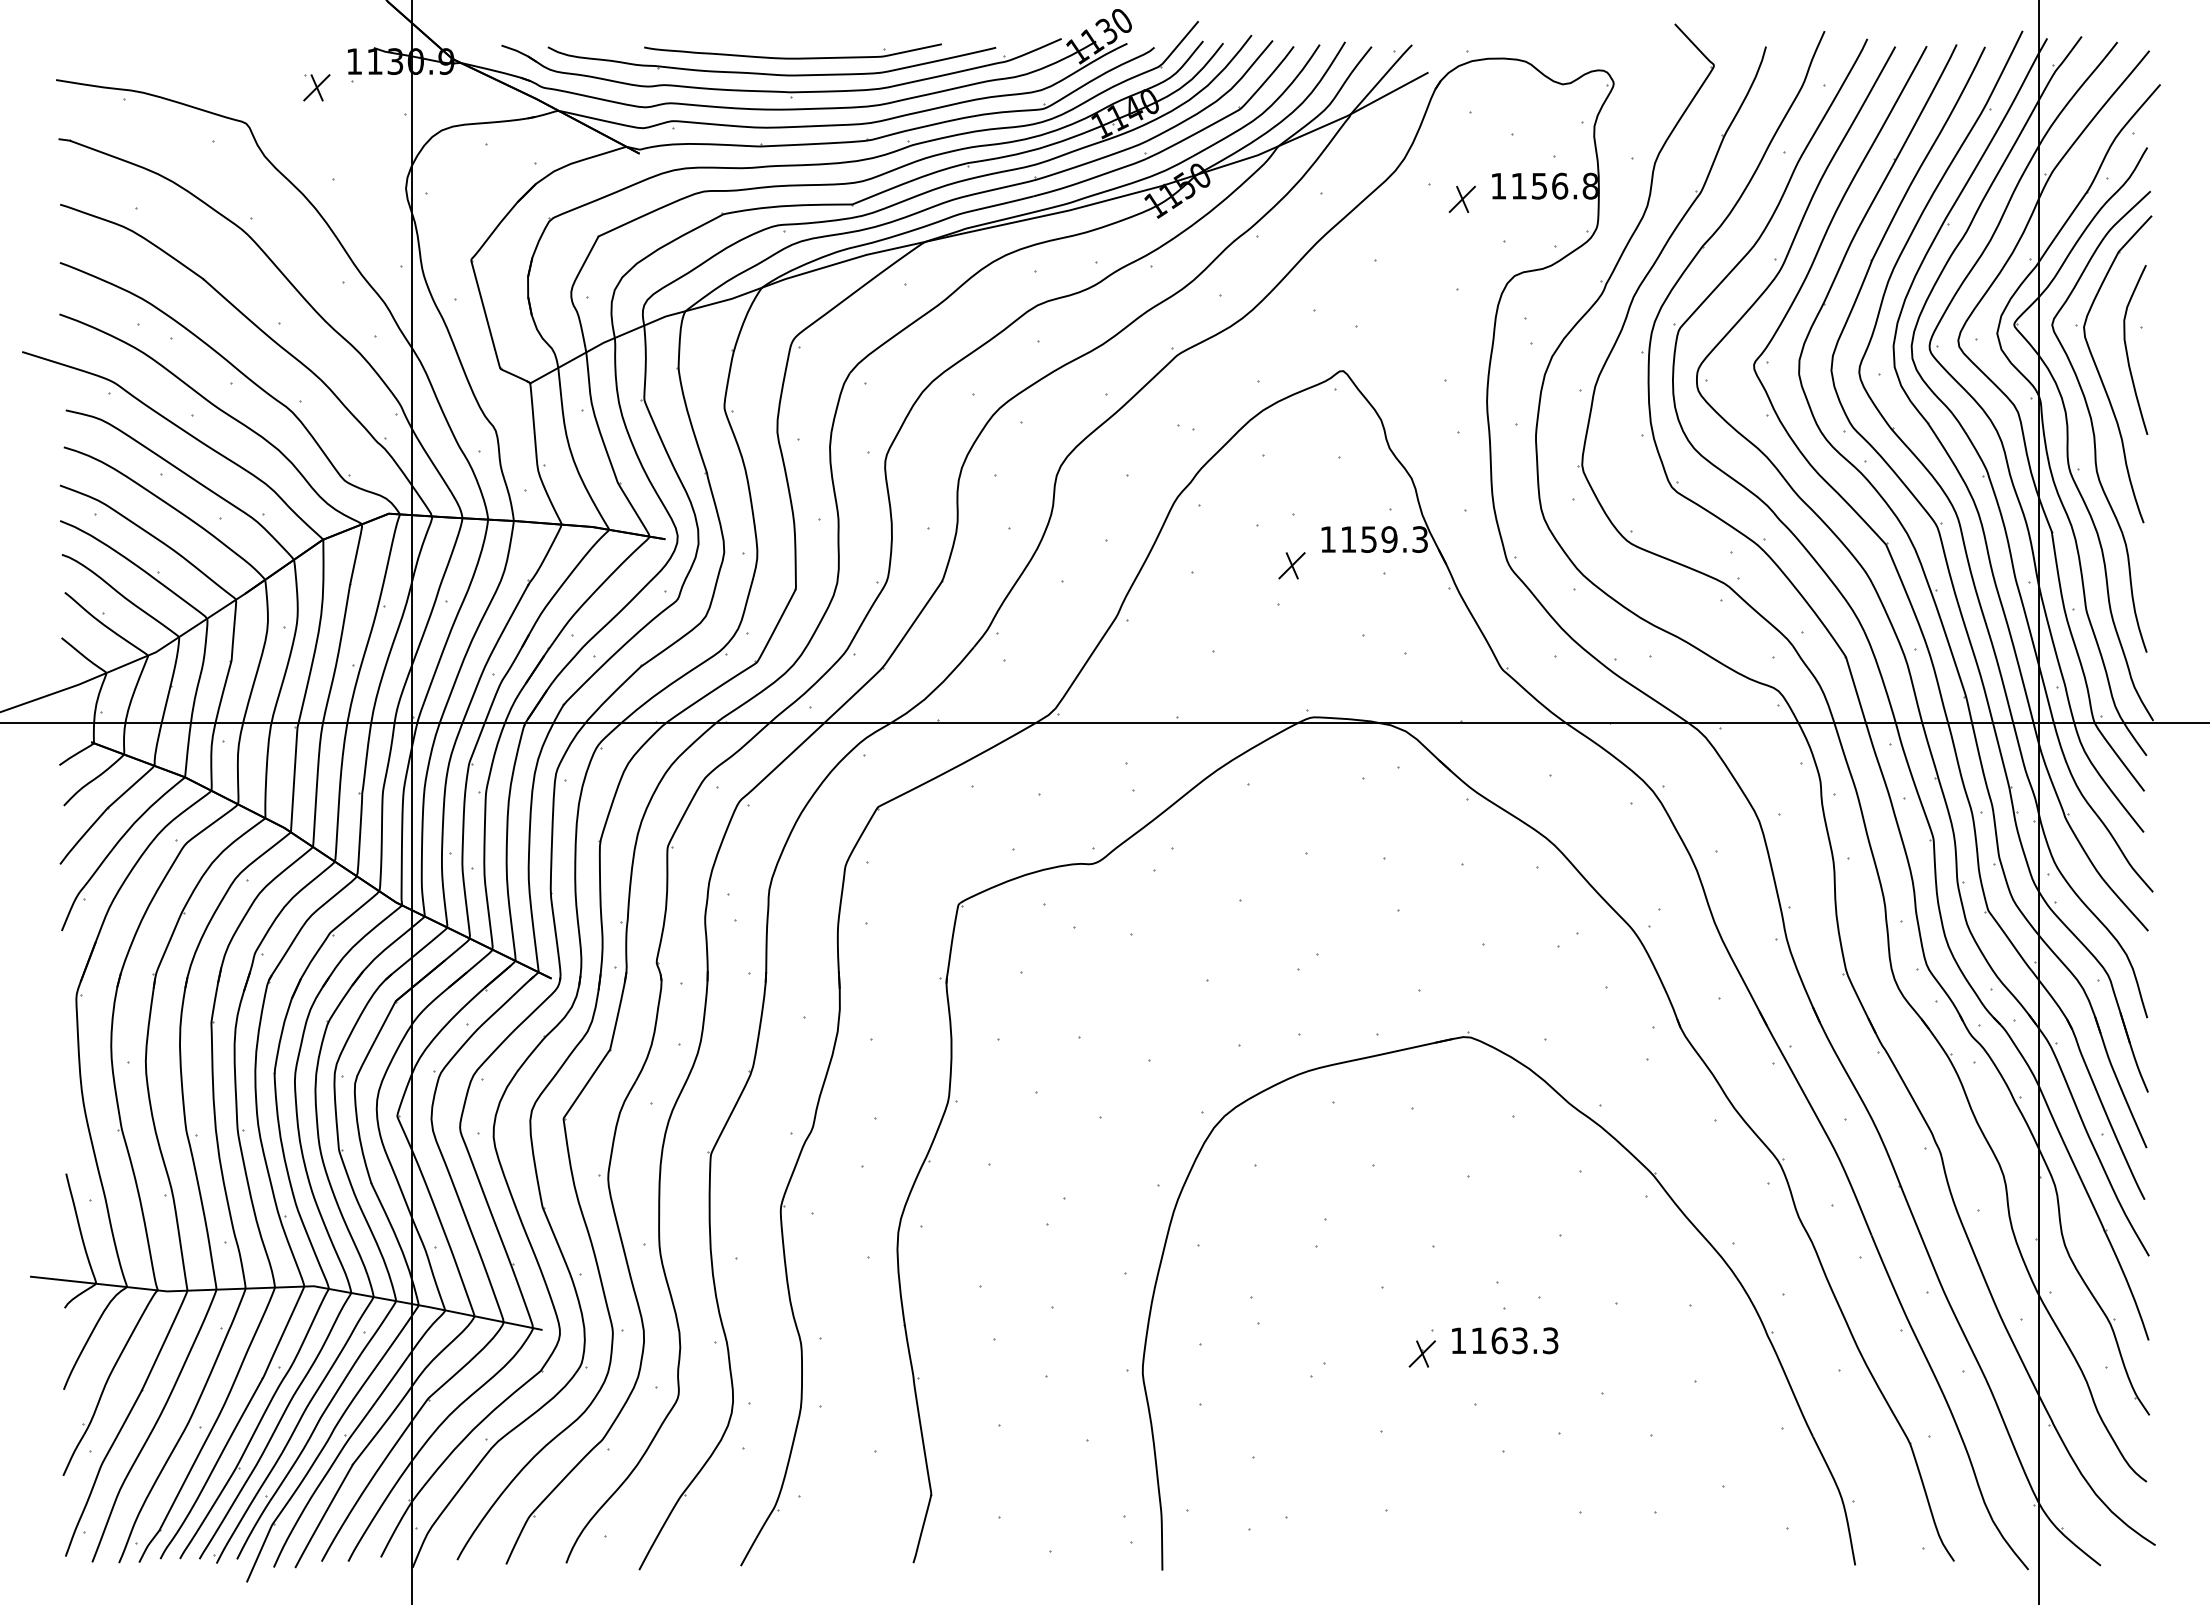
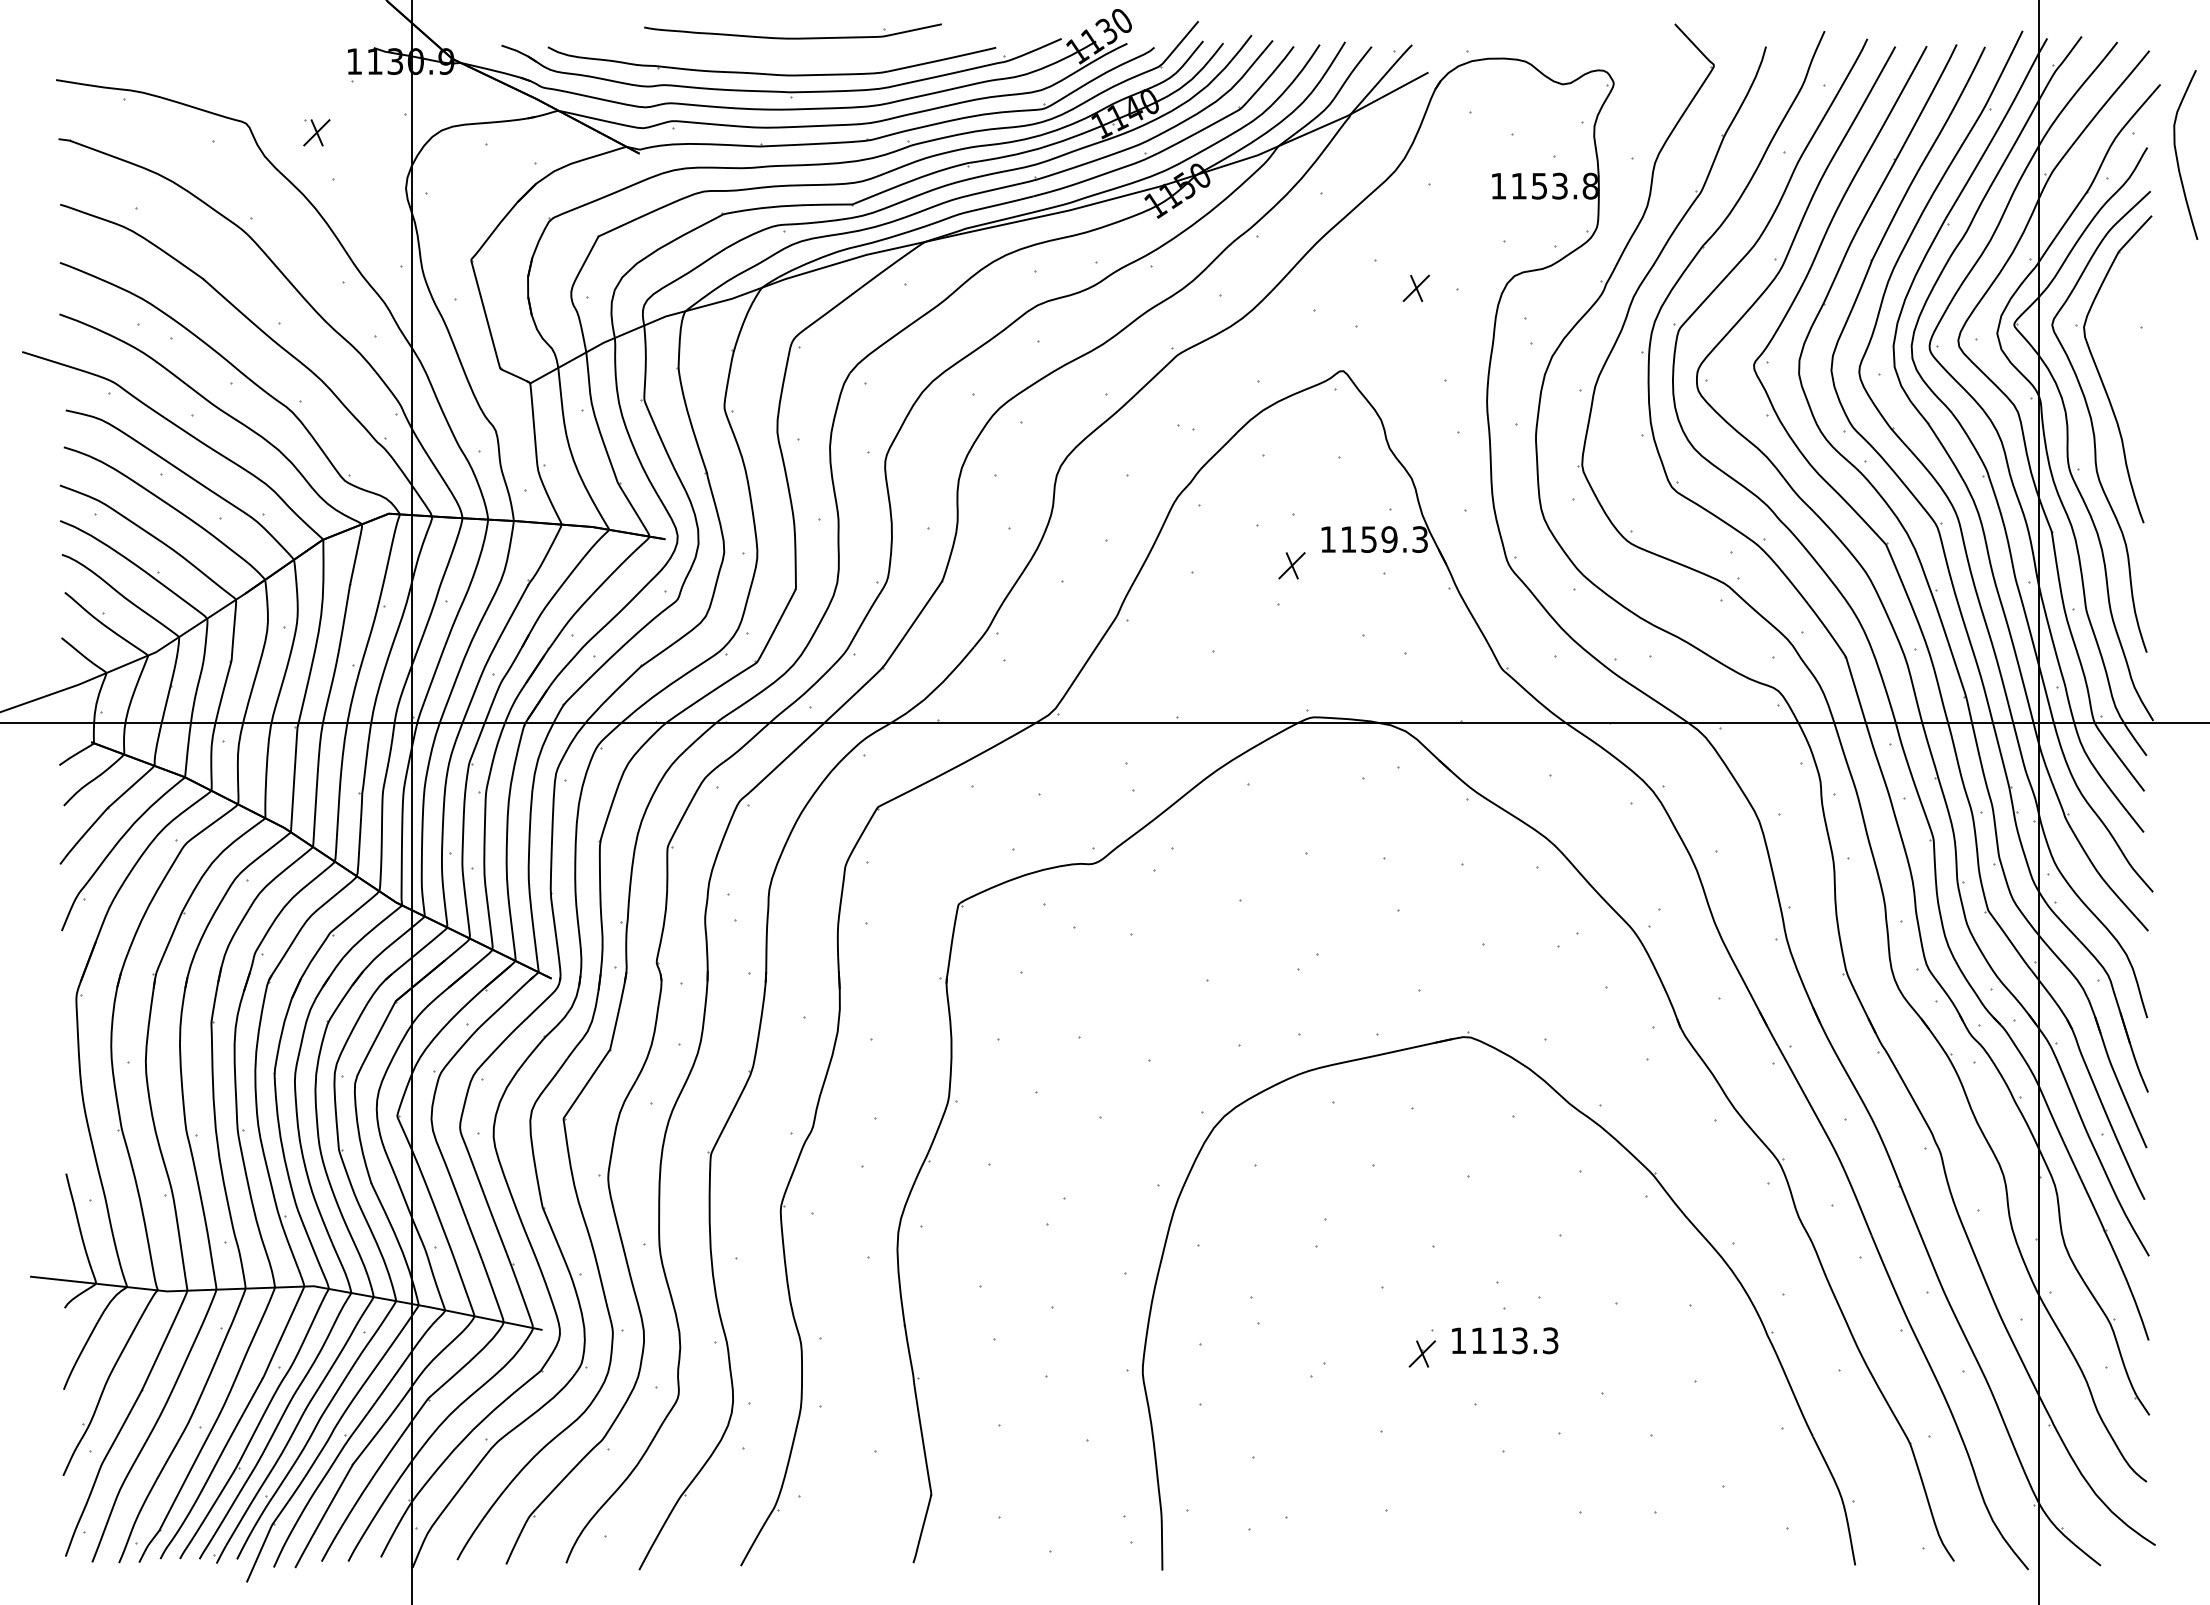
part at (792, 51) position: (792, 51) -> (792, 31)
part at (316, 87) position: (316, 87) -> (316, 132)
text at (1560, 185): 1156.8 -> 1153.8
part at (1461, 198) position: (1461, 198) -> (1415, 287)
curve at (2127, 349) position: (2127, 349) -> (2177, 154)
text at (1499, 1340): 1163.3 -> 1113.3
